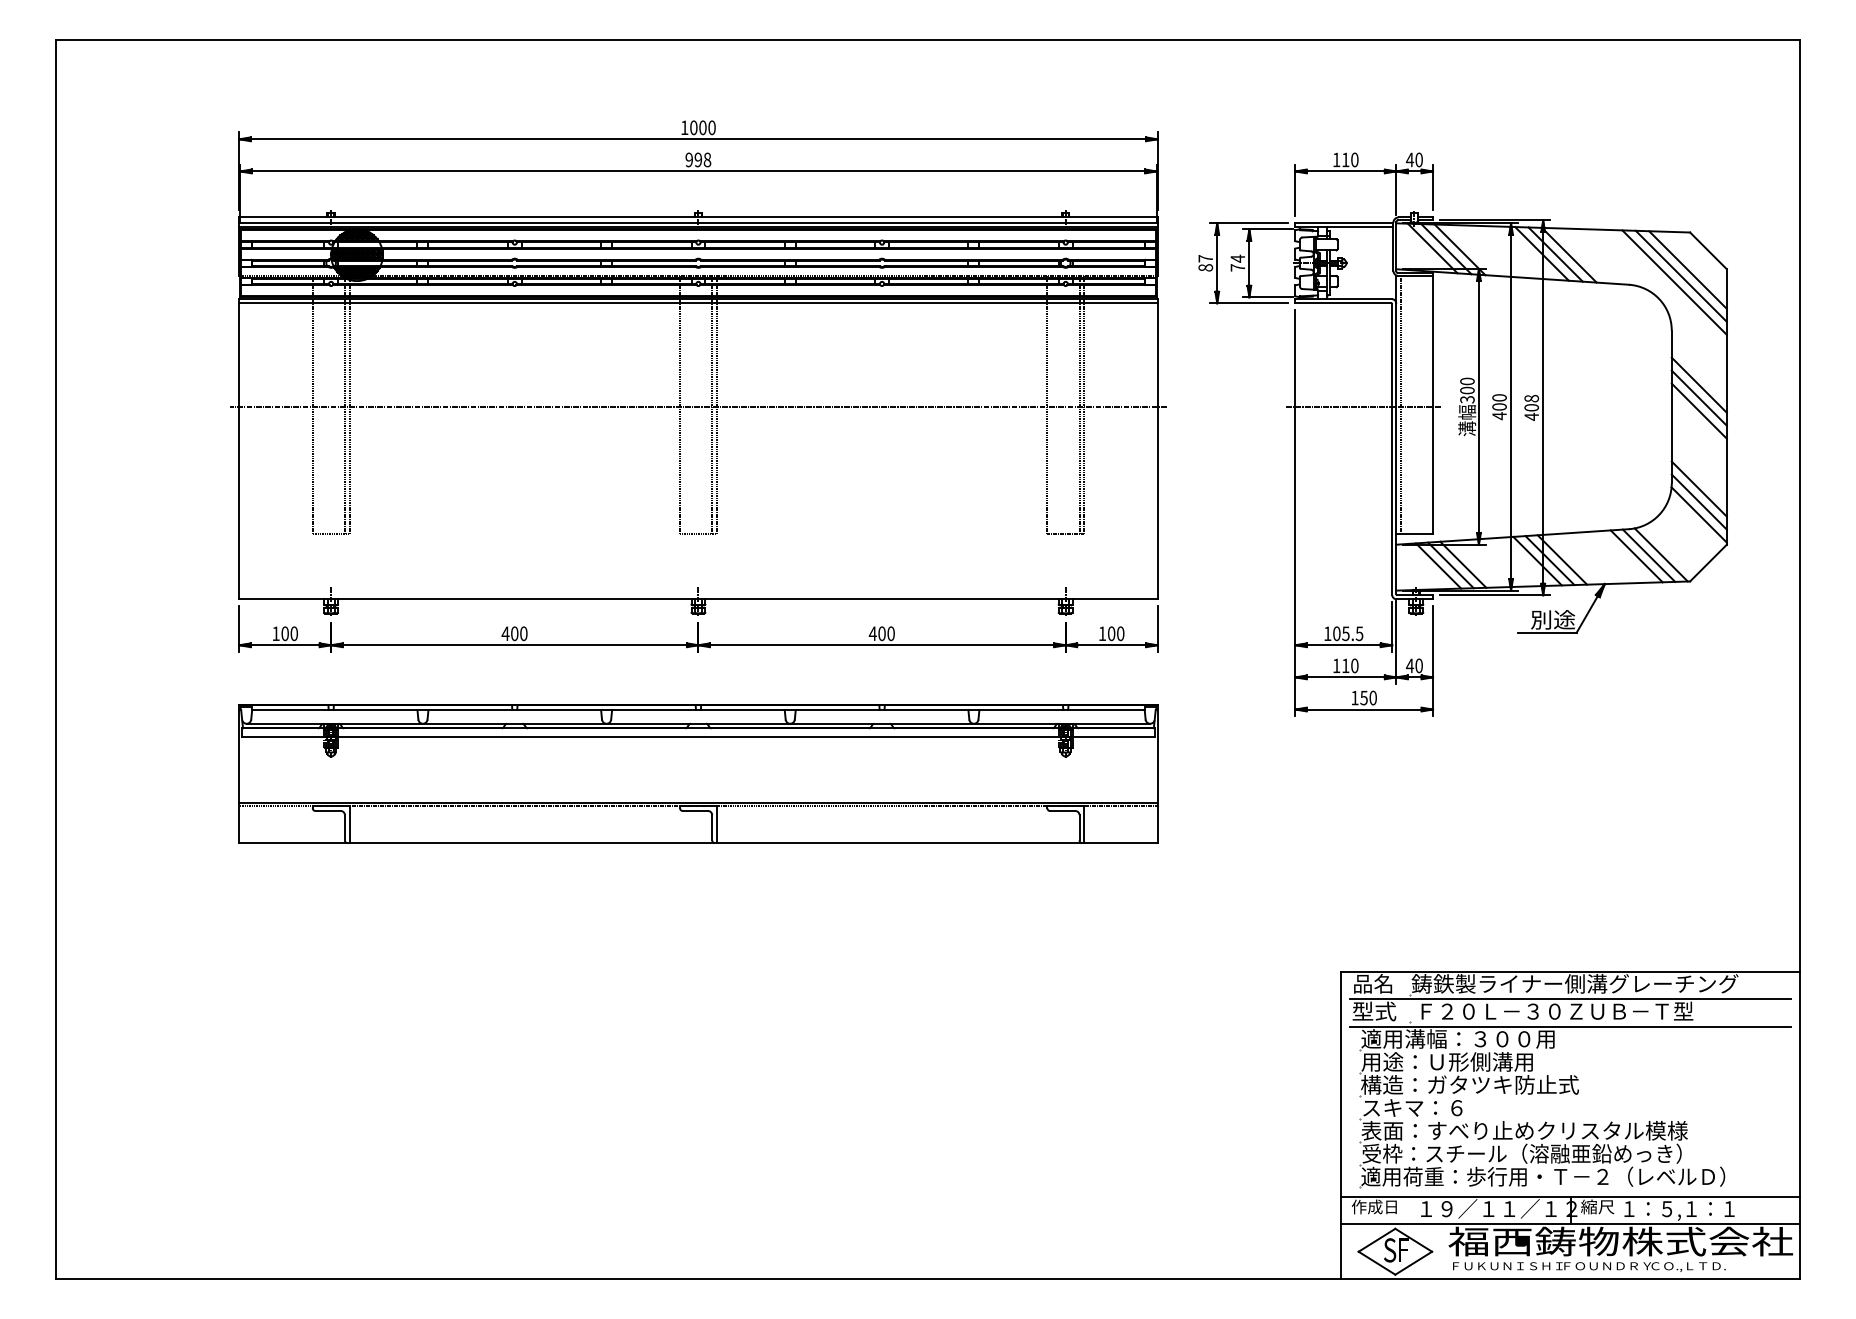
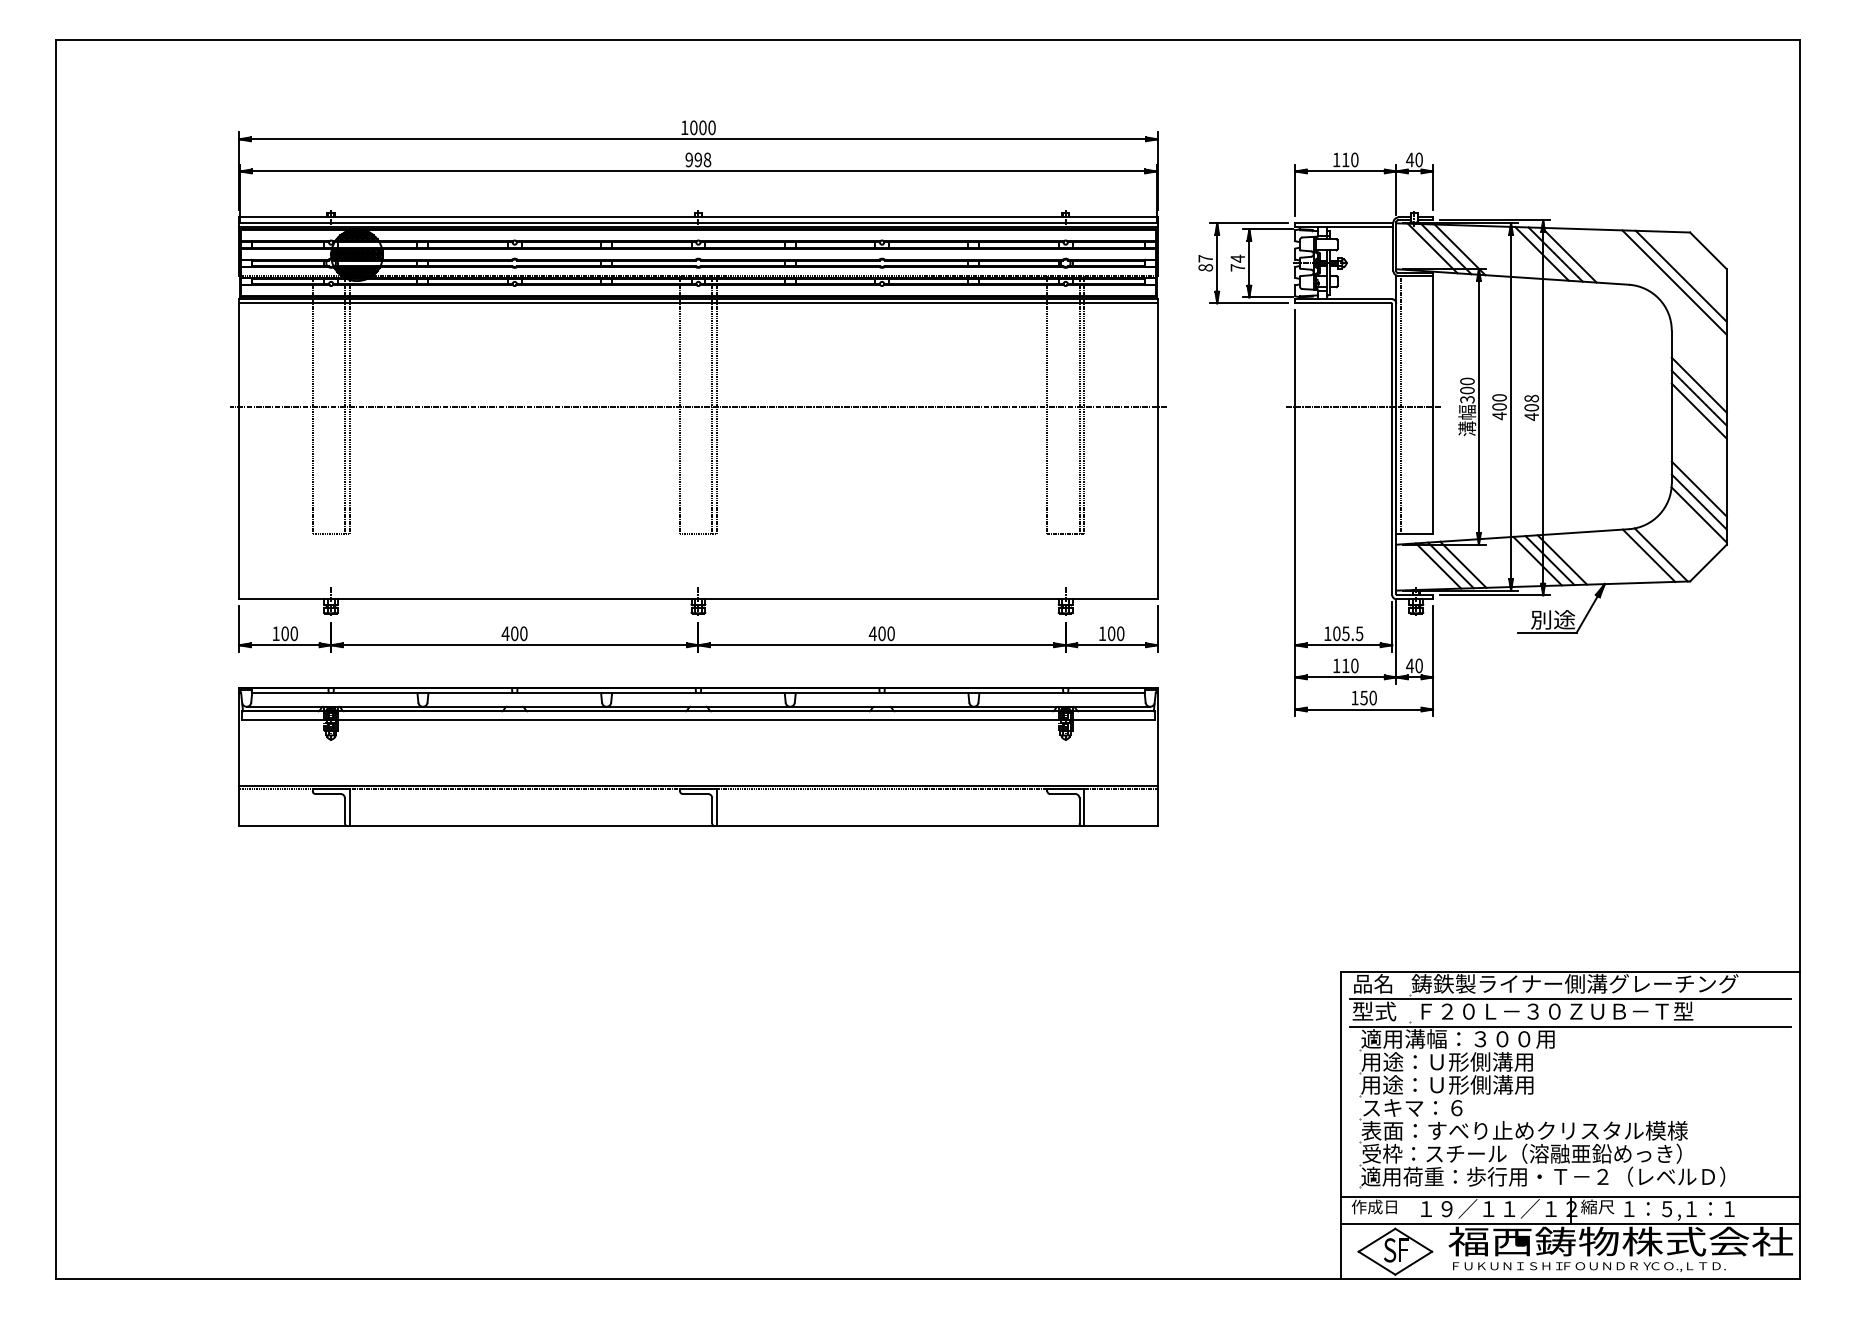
line at (1687, 269): present -> none
line at (1636, 556): present -> none
part at (698, 773) position: (698, 773) -> (698, 756)
text at (1469, 1084): 構造：ガタツキ防止式 -> 用途：Ｕ形側溝用
